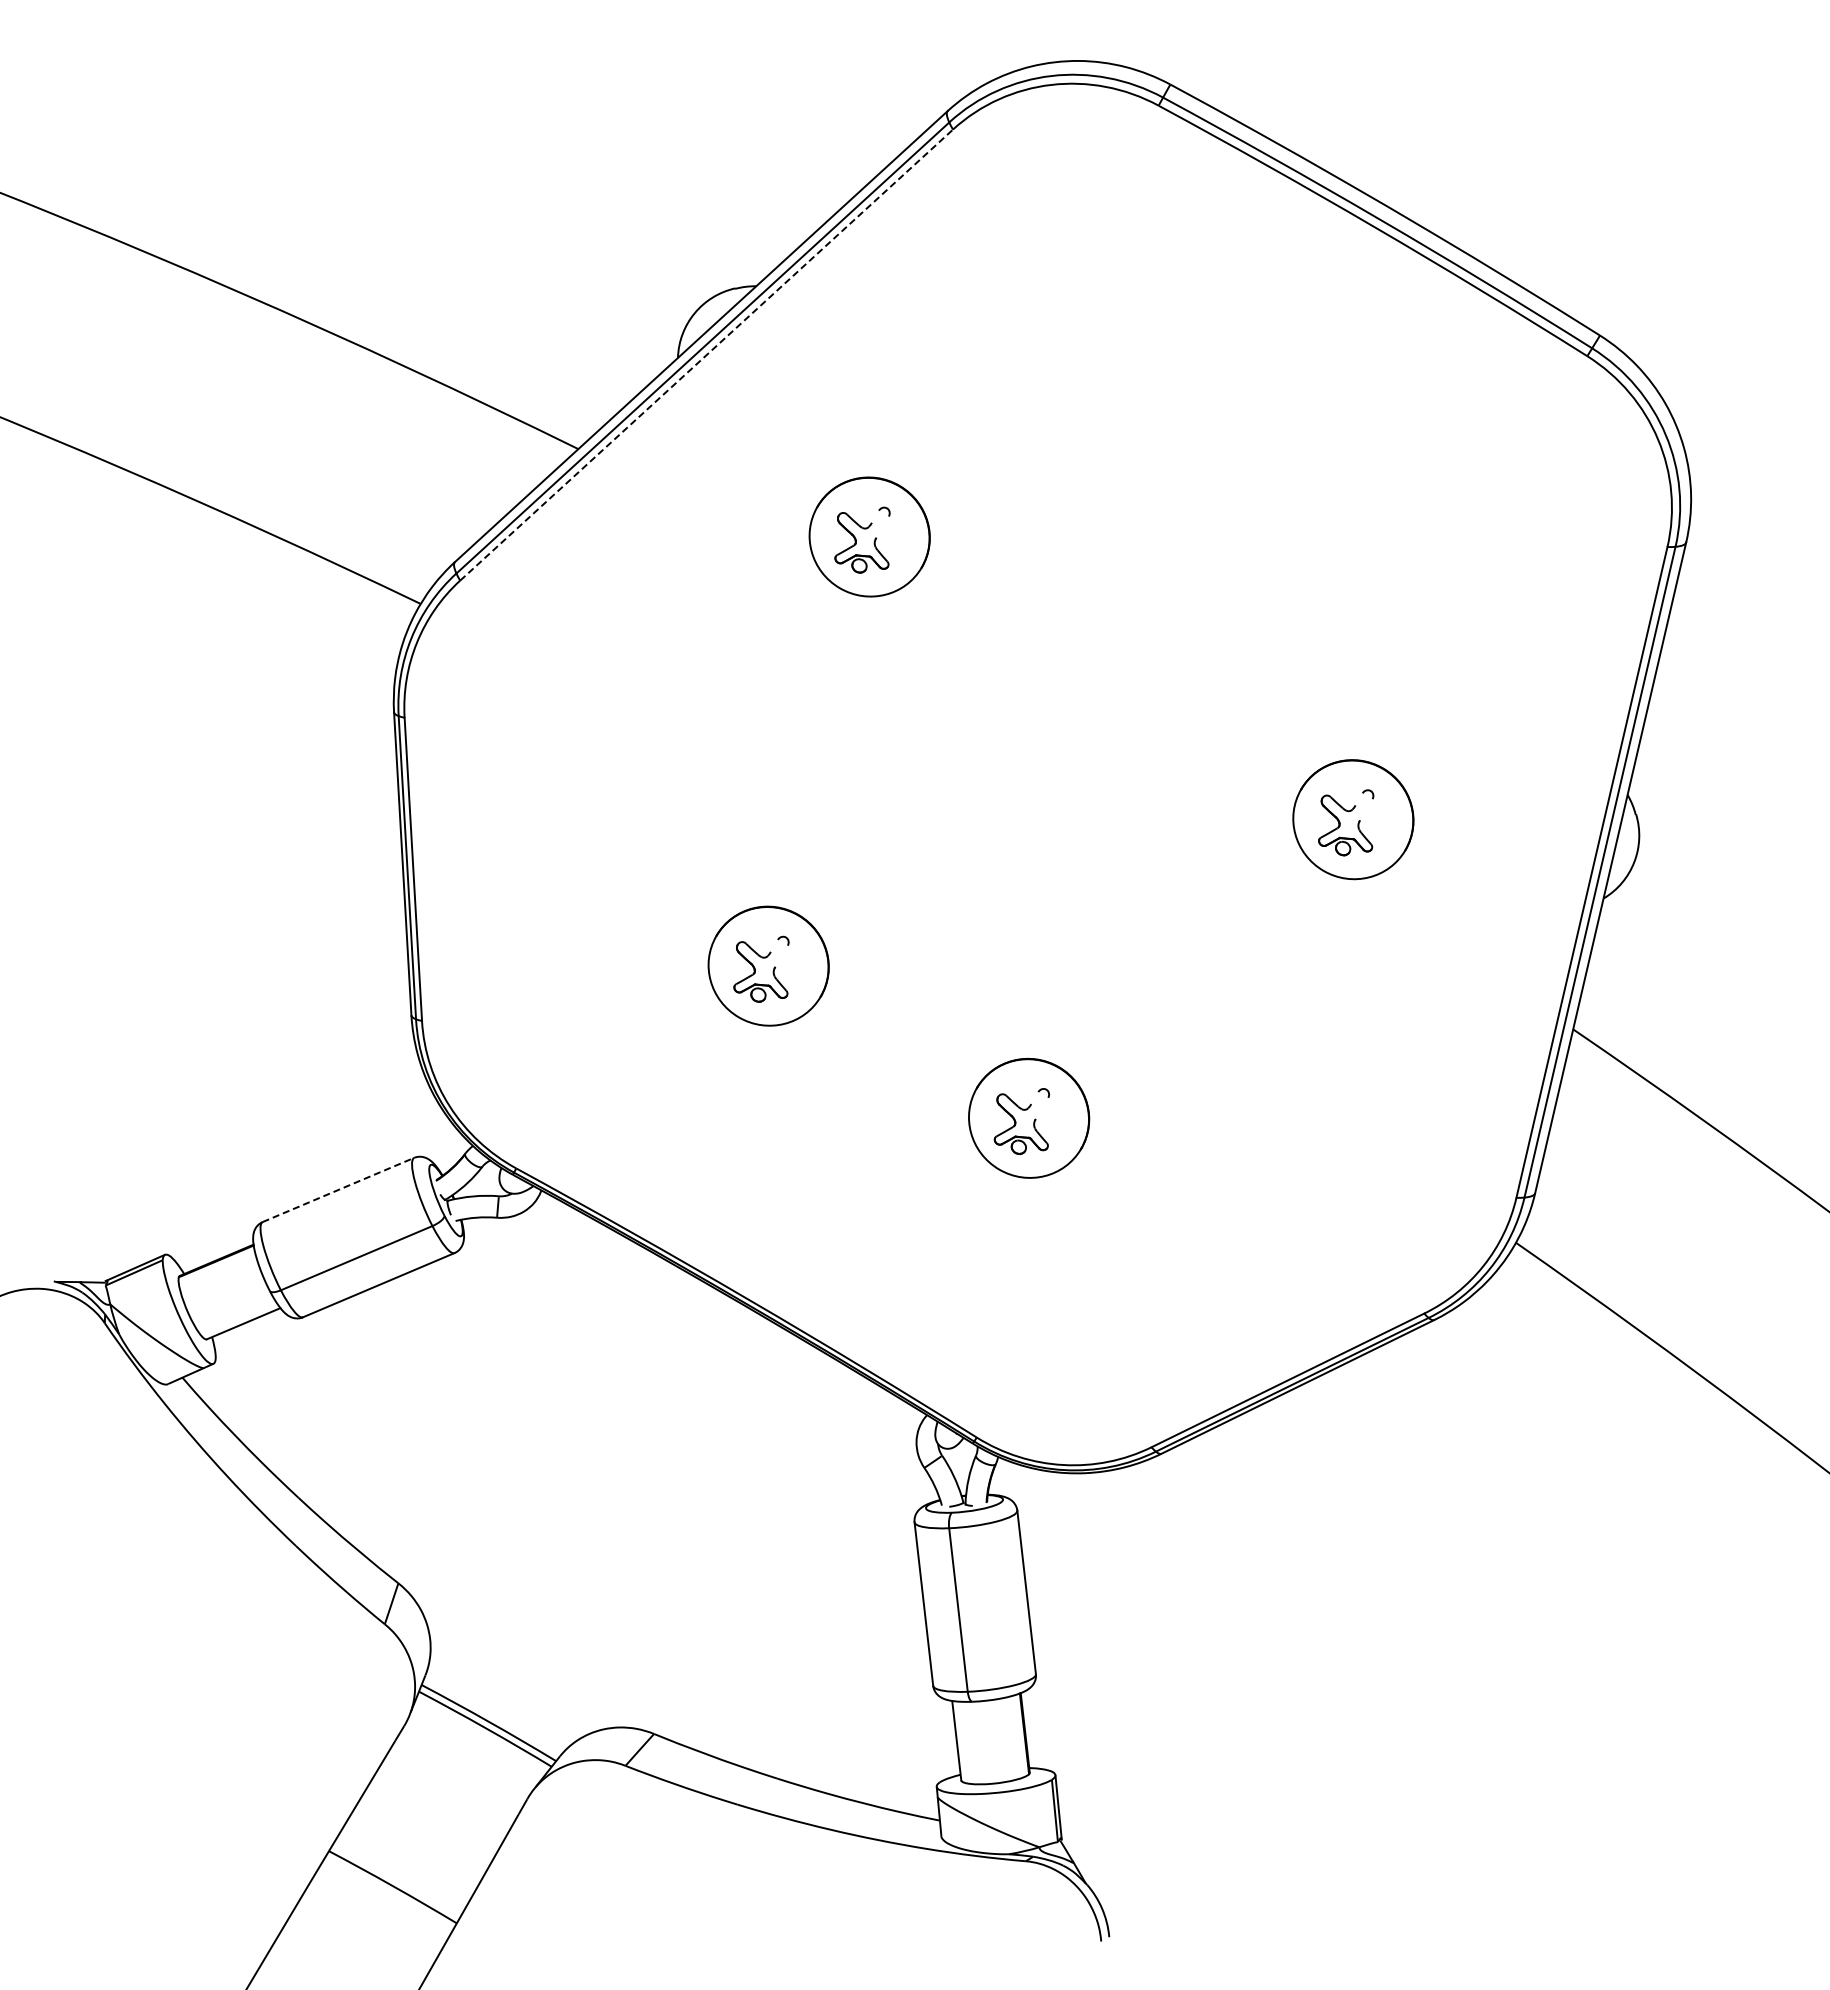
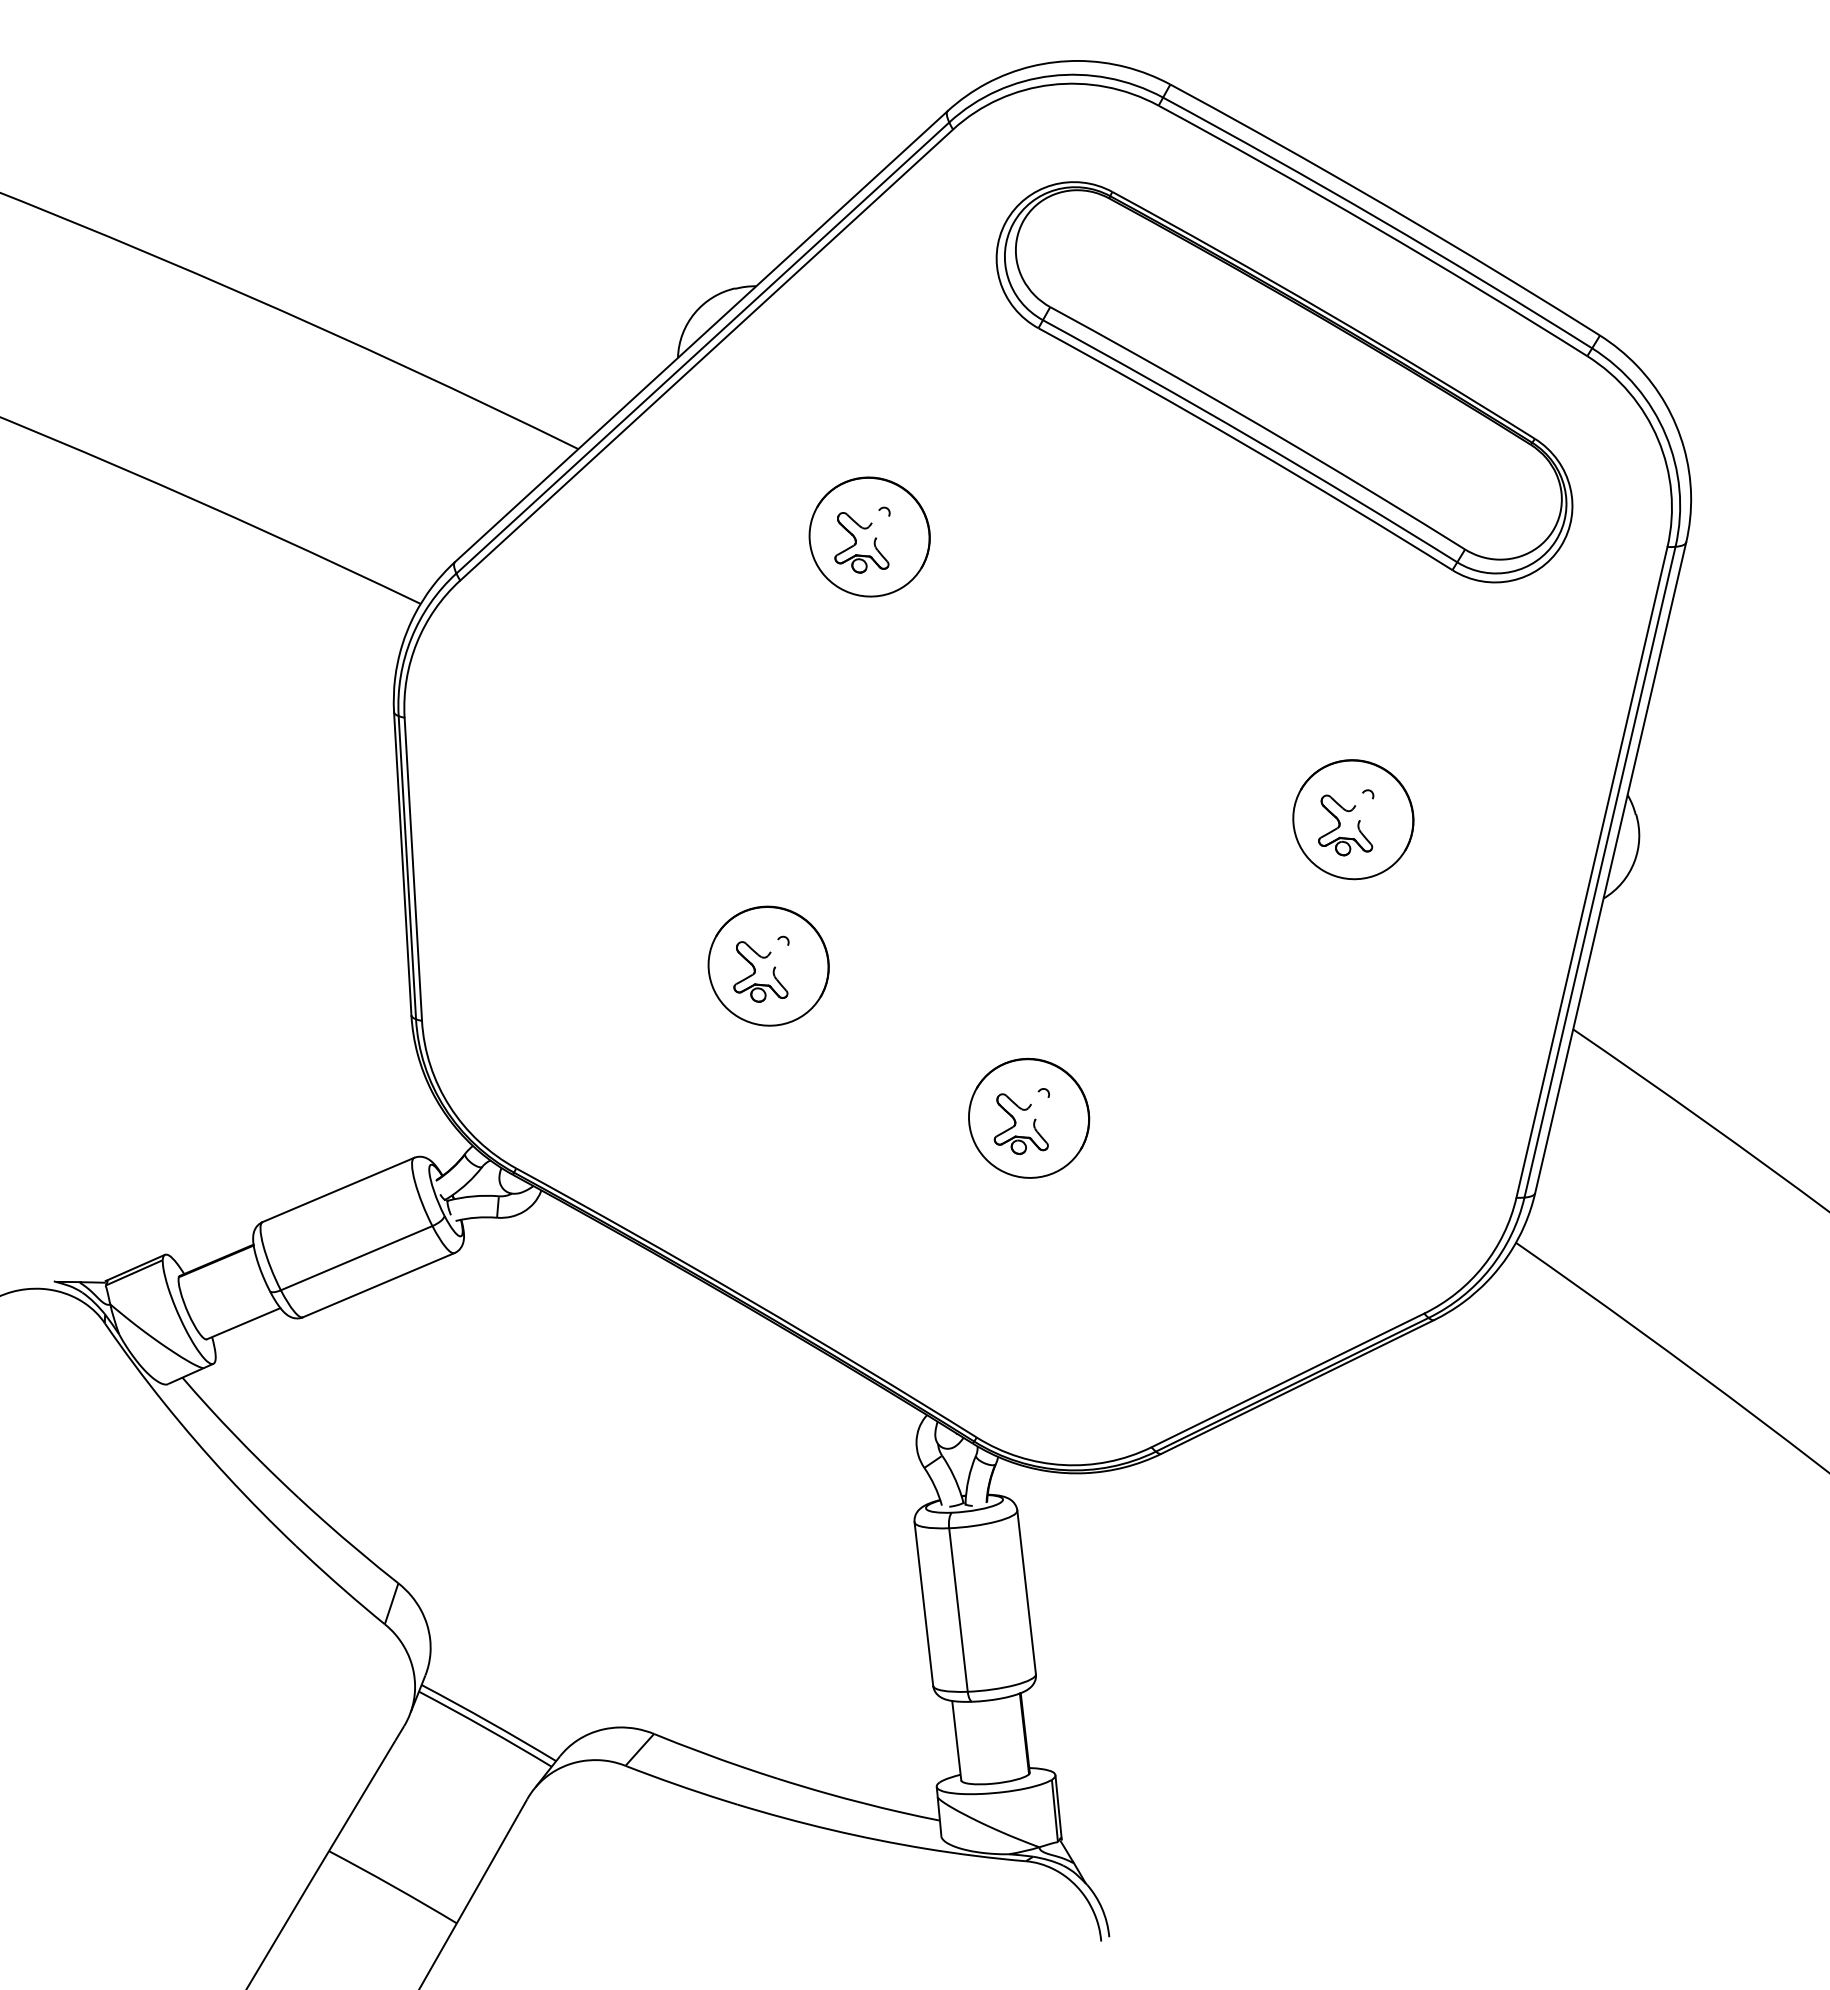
line at (707, 354): dashed -> solid
part at (1284, 382): none -> present
line at (338, 1189): dashed -> solid
